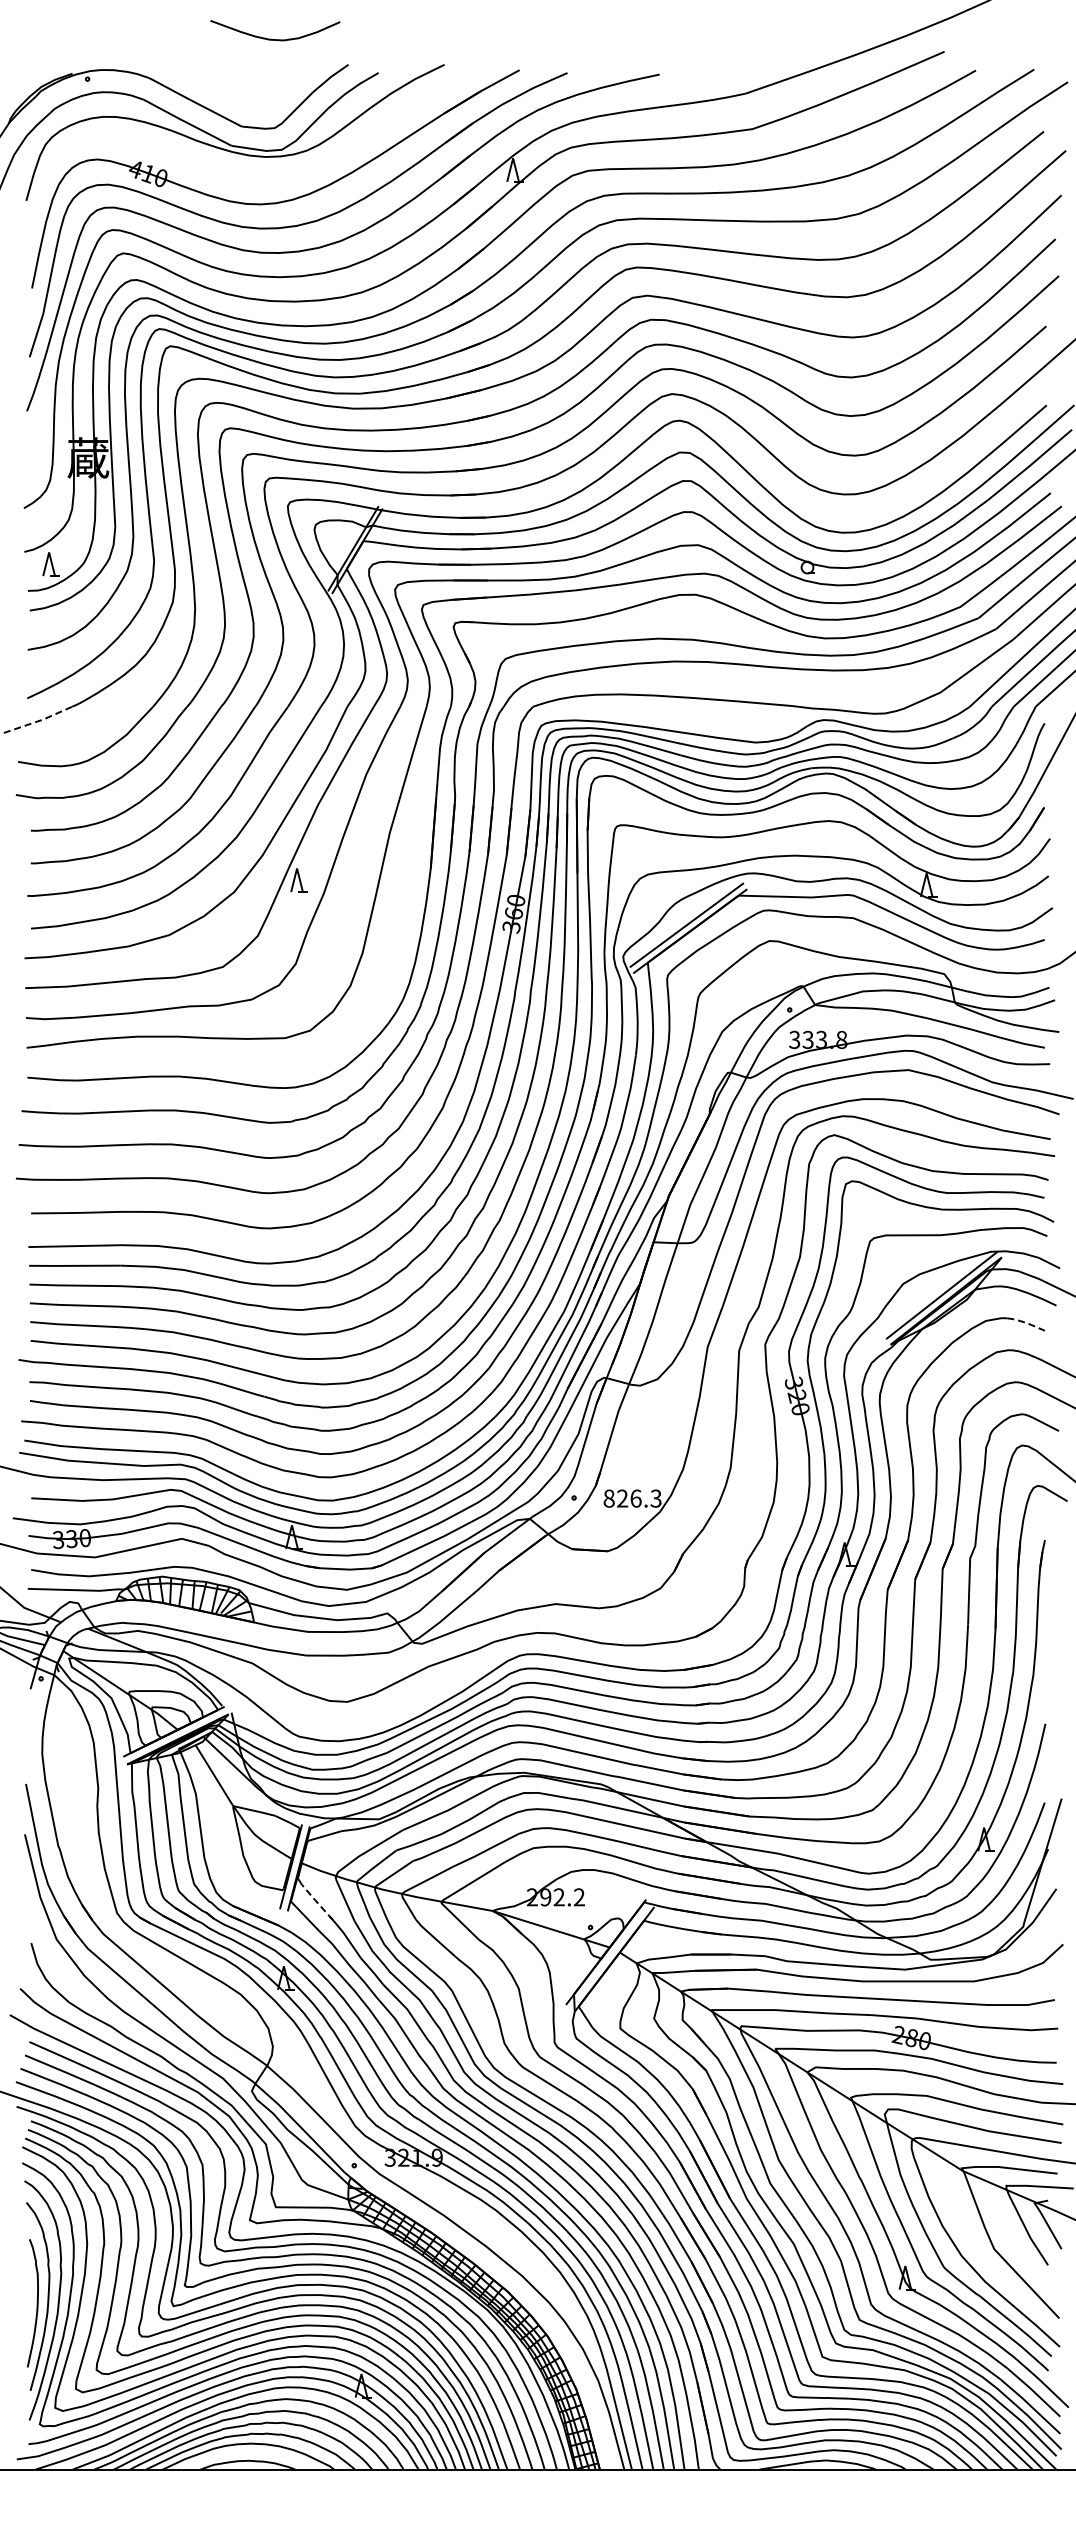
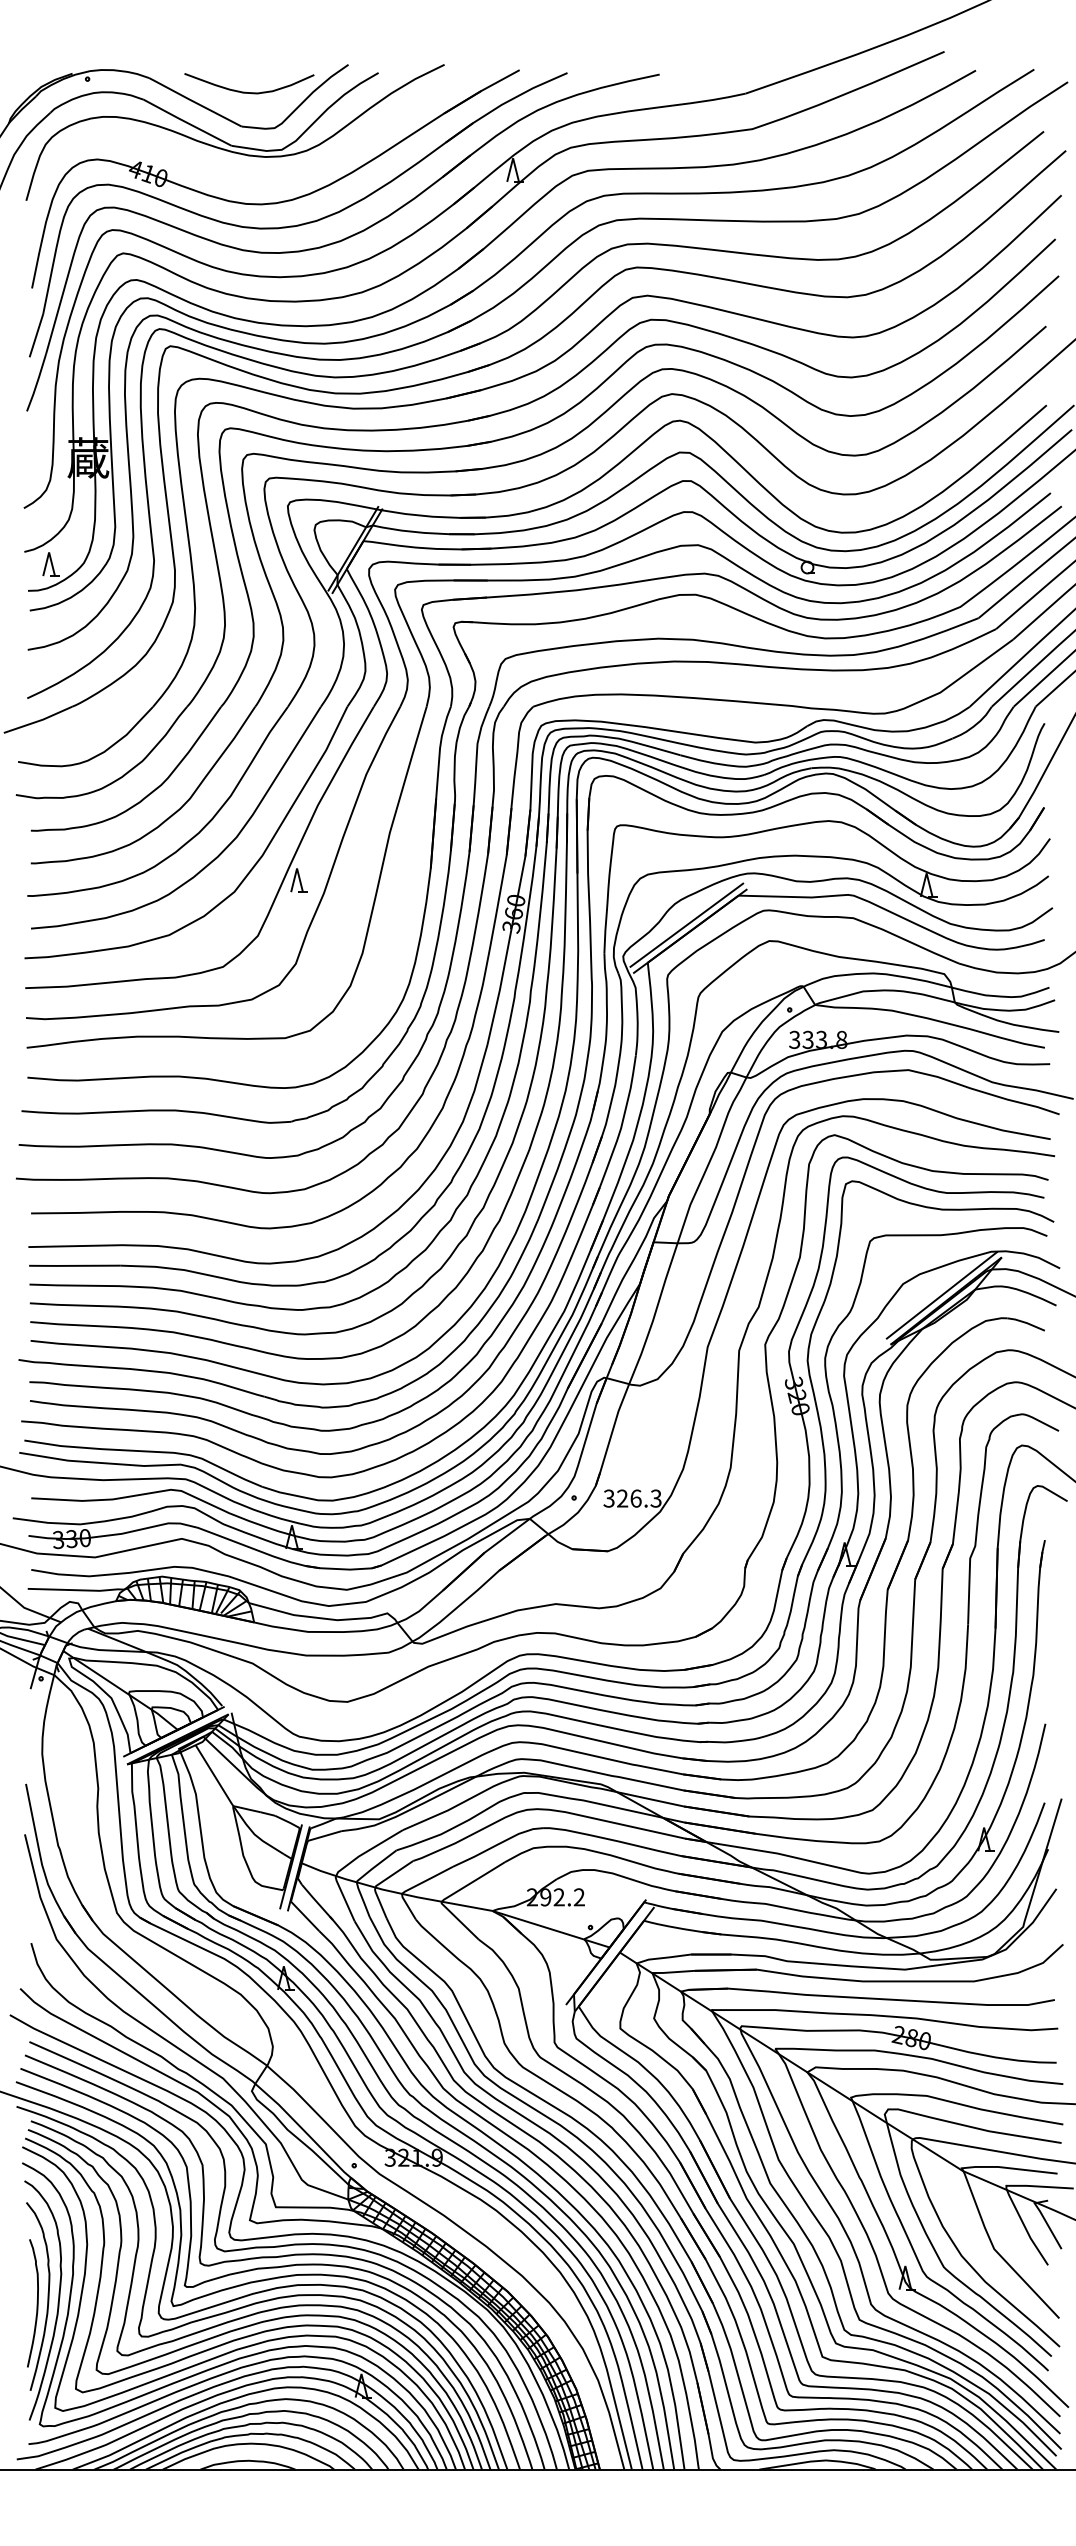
curve at (271, 38) position: (271, 38) -> (245, 91)
line at (39, 720): dashed -> solid
line at (1027, 1323): dashed -> solid
text at (608, 1498): 826.3 -> 326.3
line at (317, 1902): dashed -> solid
